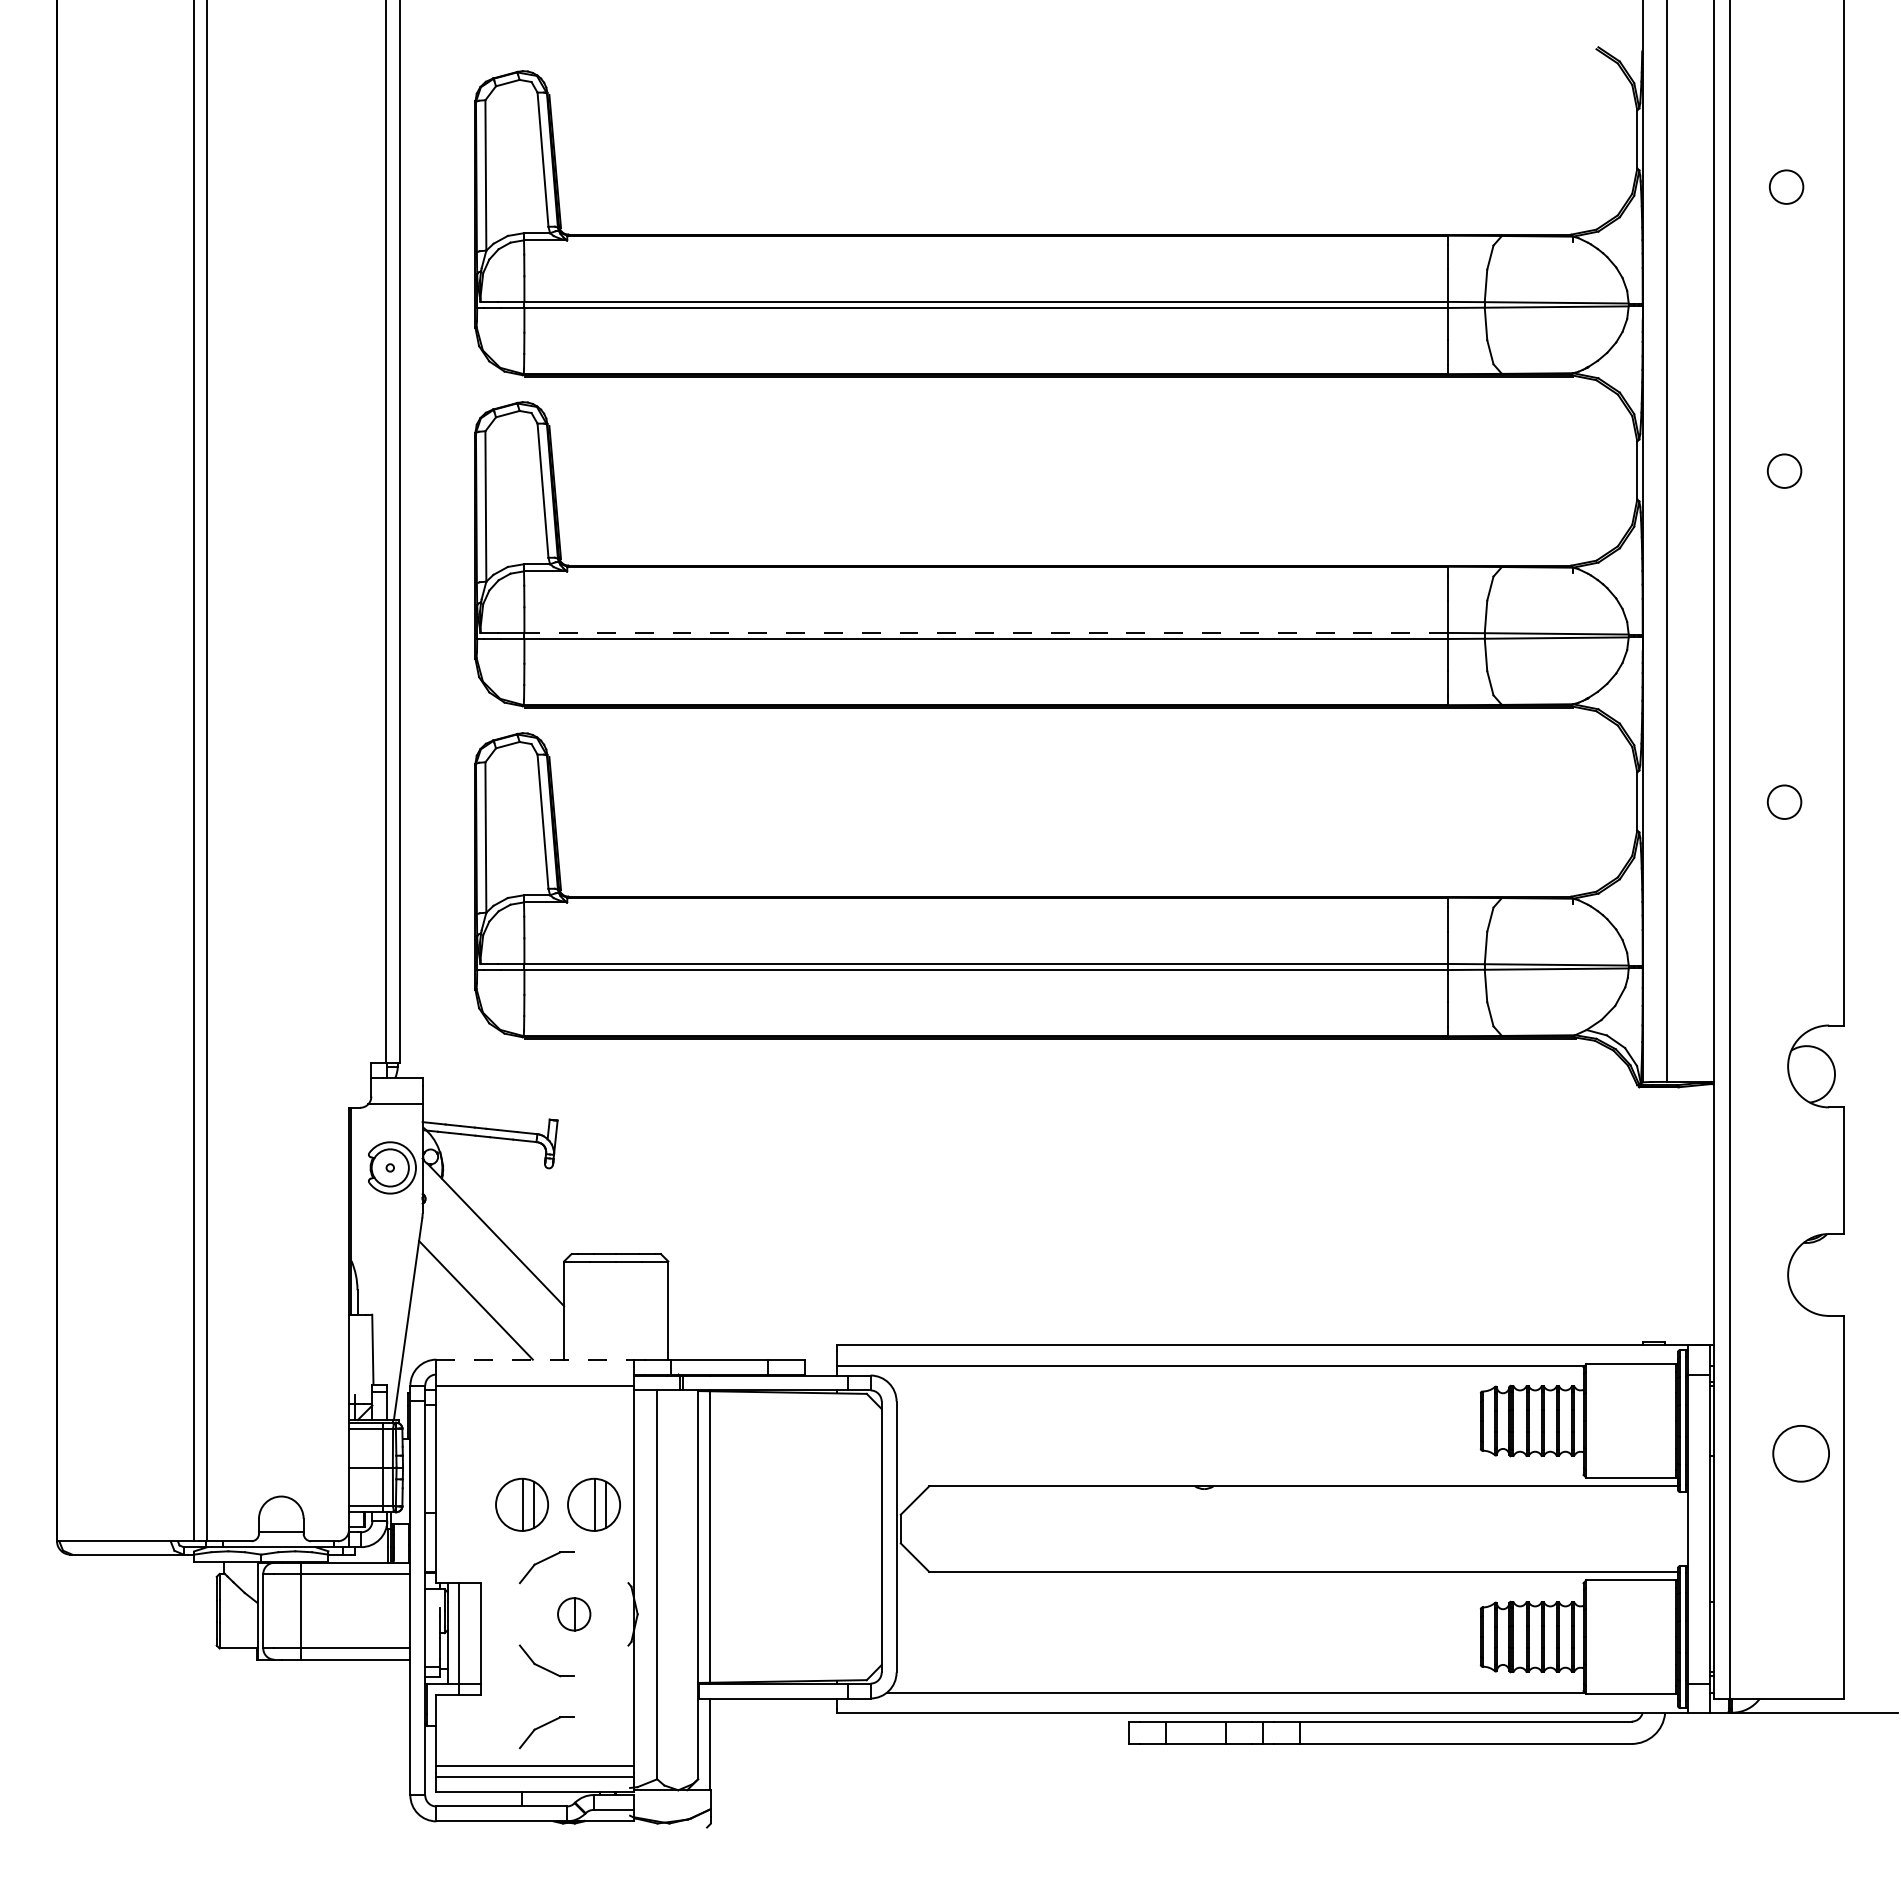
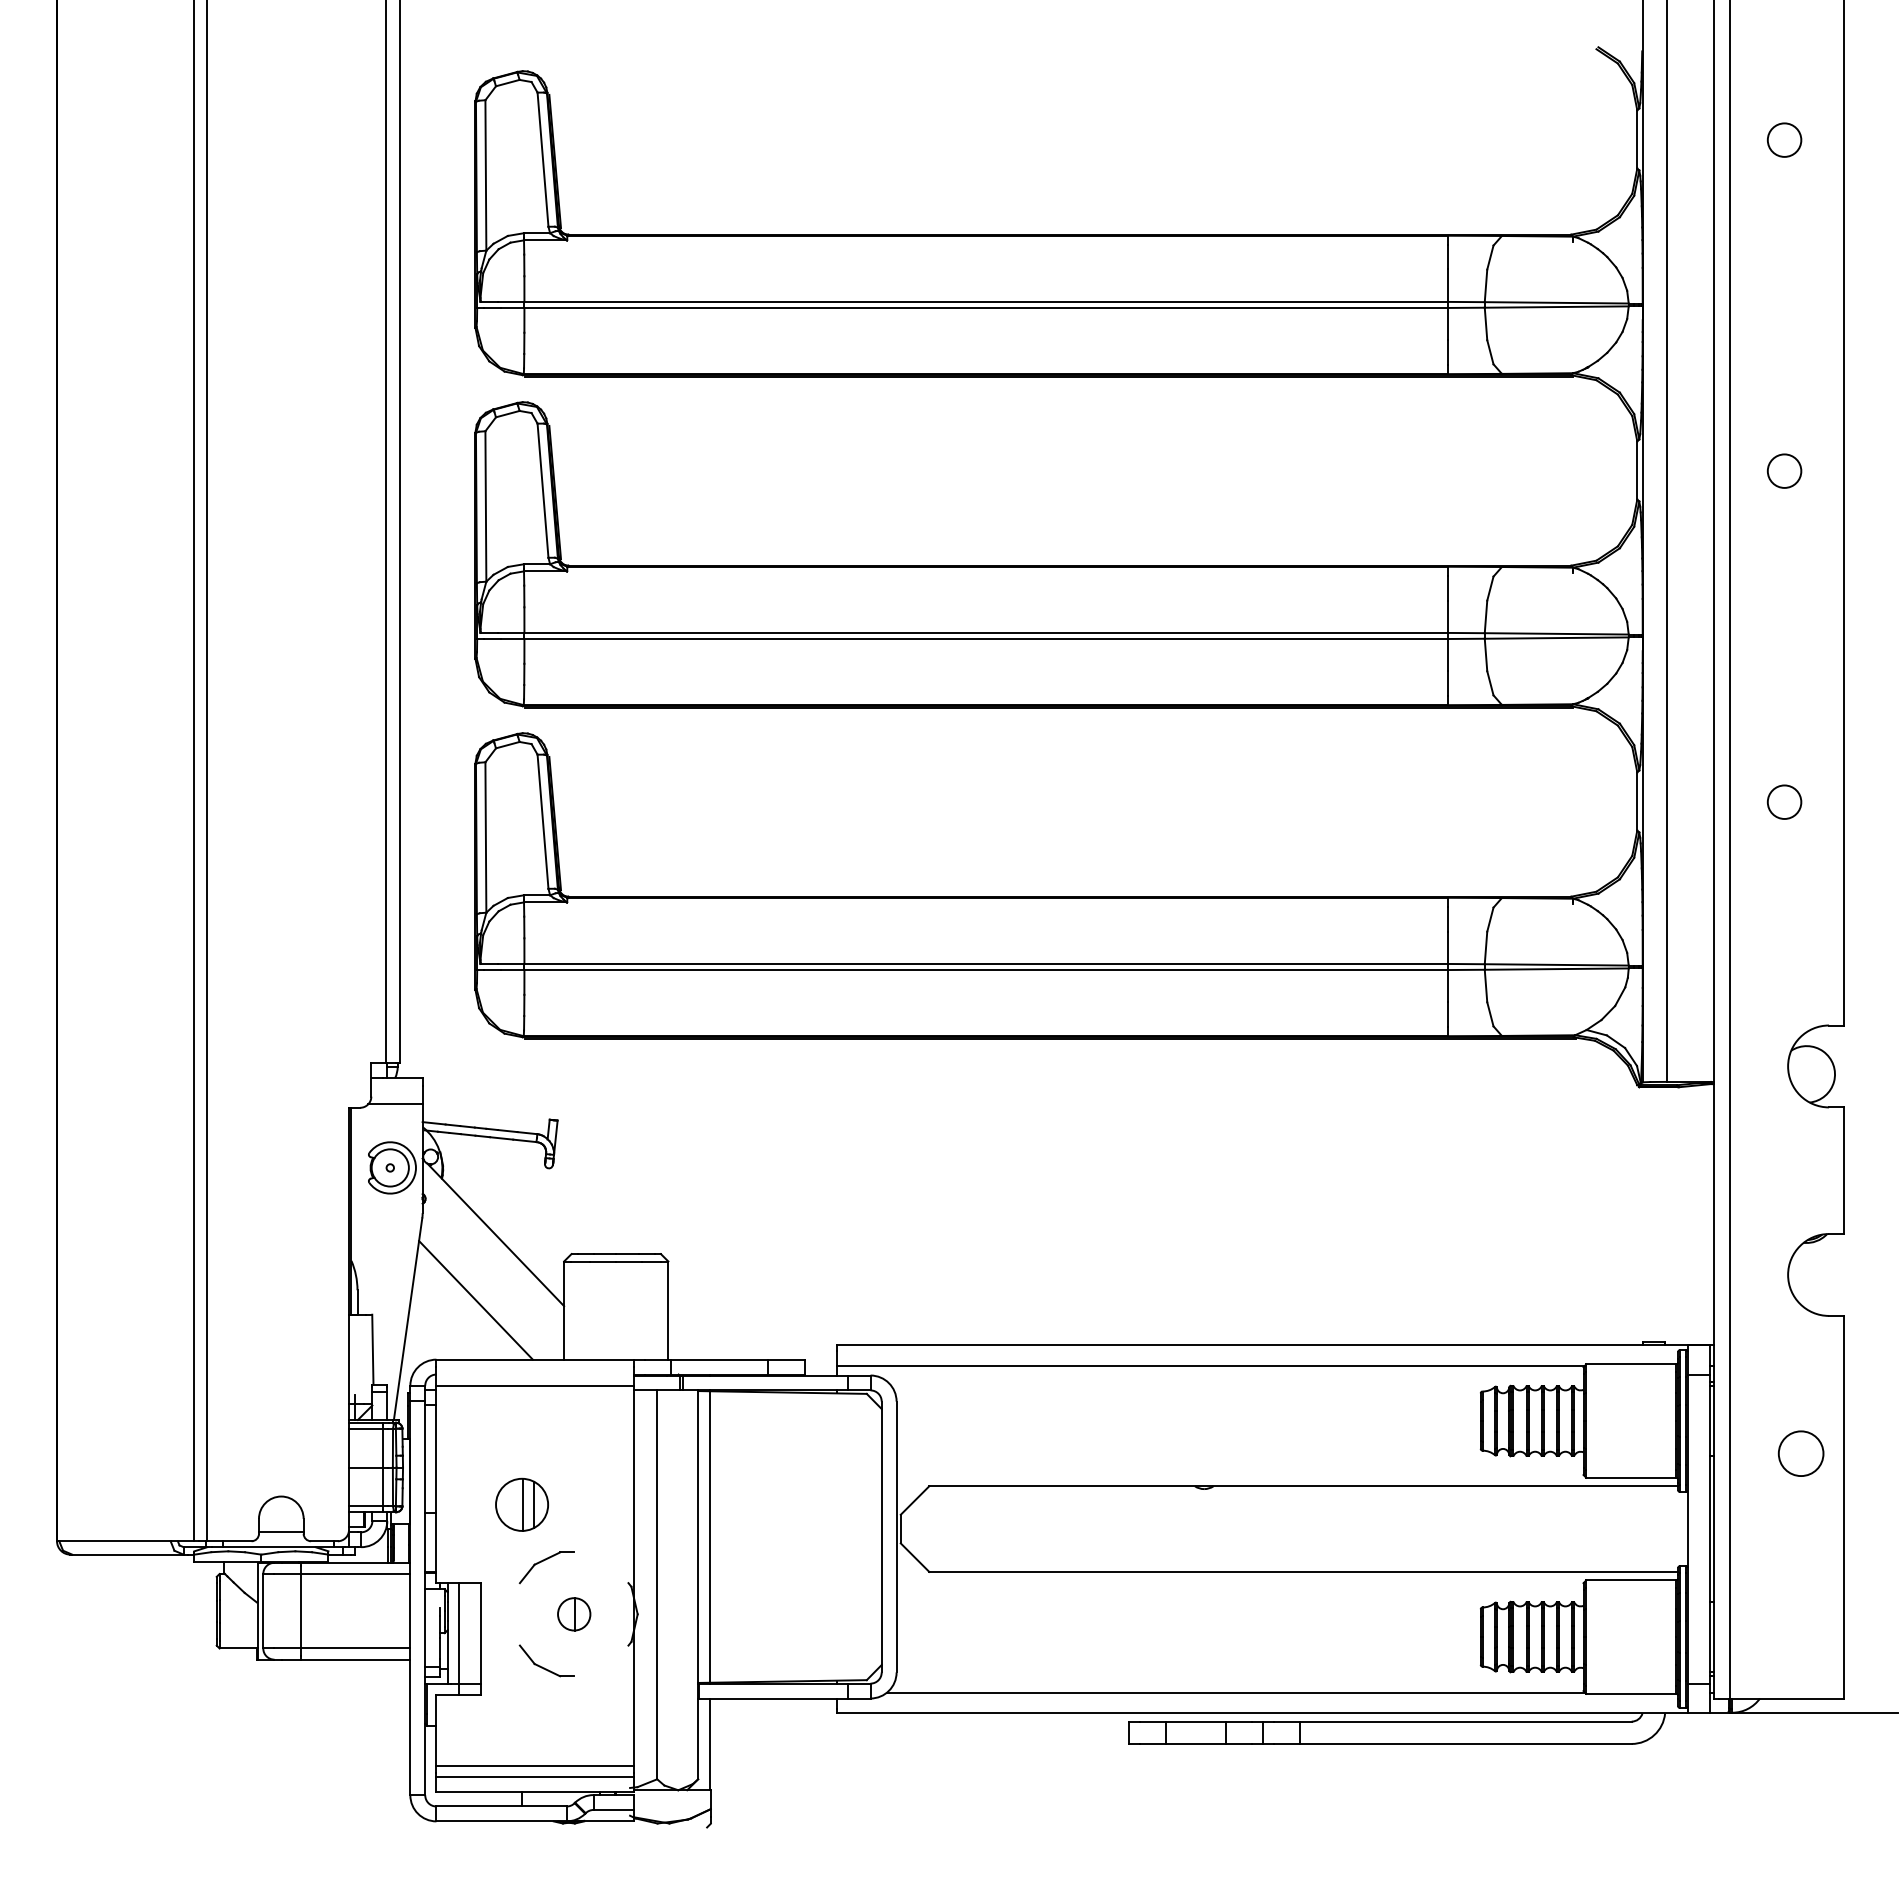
circle at (1786, 186) position: (1786, 186) -> (1784, 139)
line at (986, 632): dashed -> solid
line at (535, 1359): dashed -> solid
circle at (1800, 1453) size: 58x58 px -> 48x47 px
part at (593, 1504): present -> none
part at (543, 1726): present -> none
